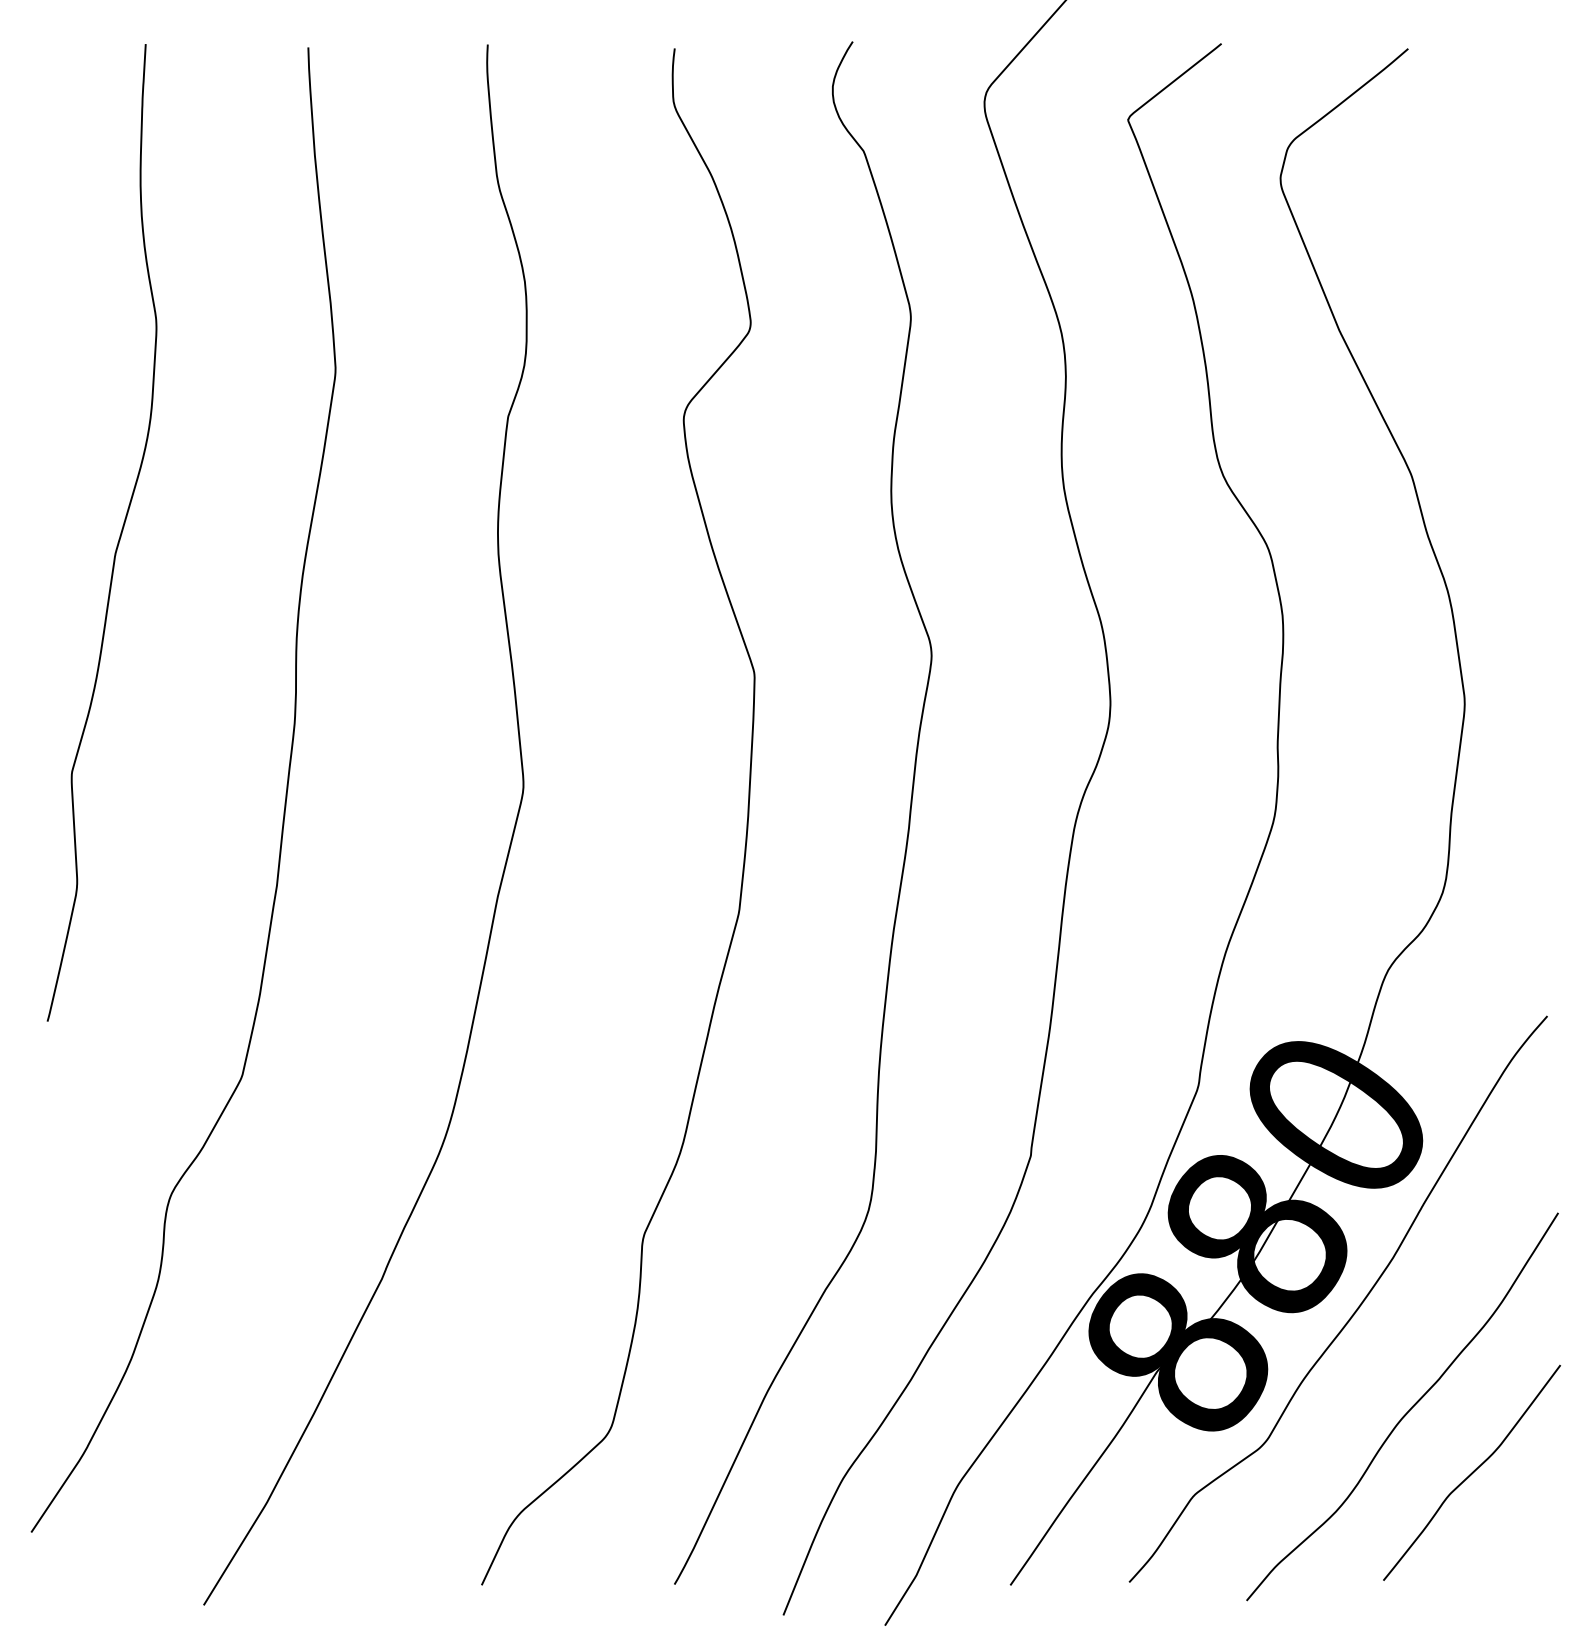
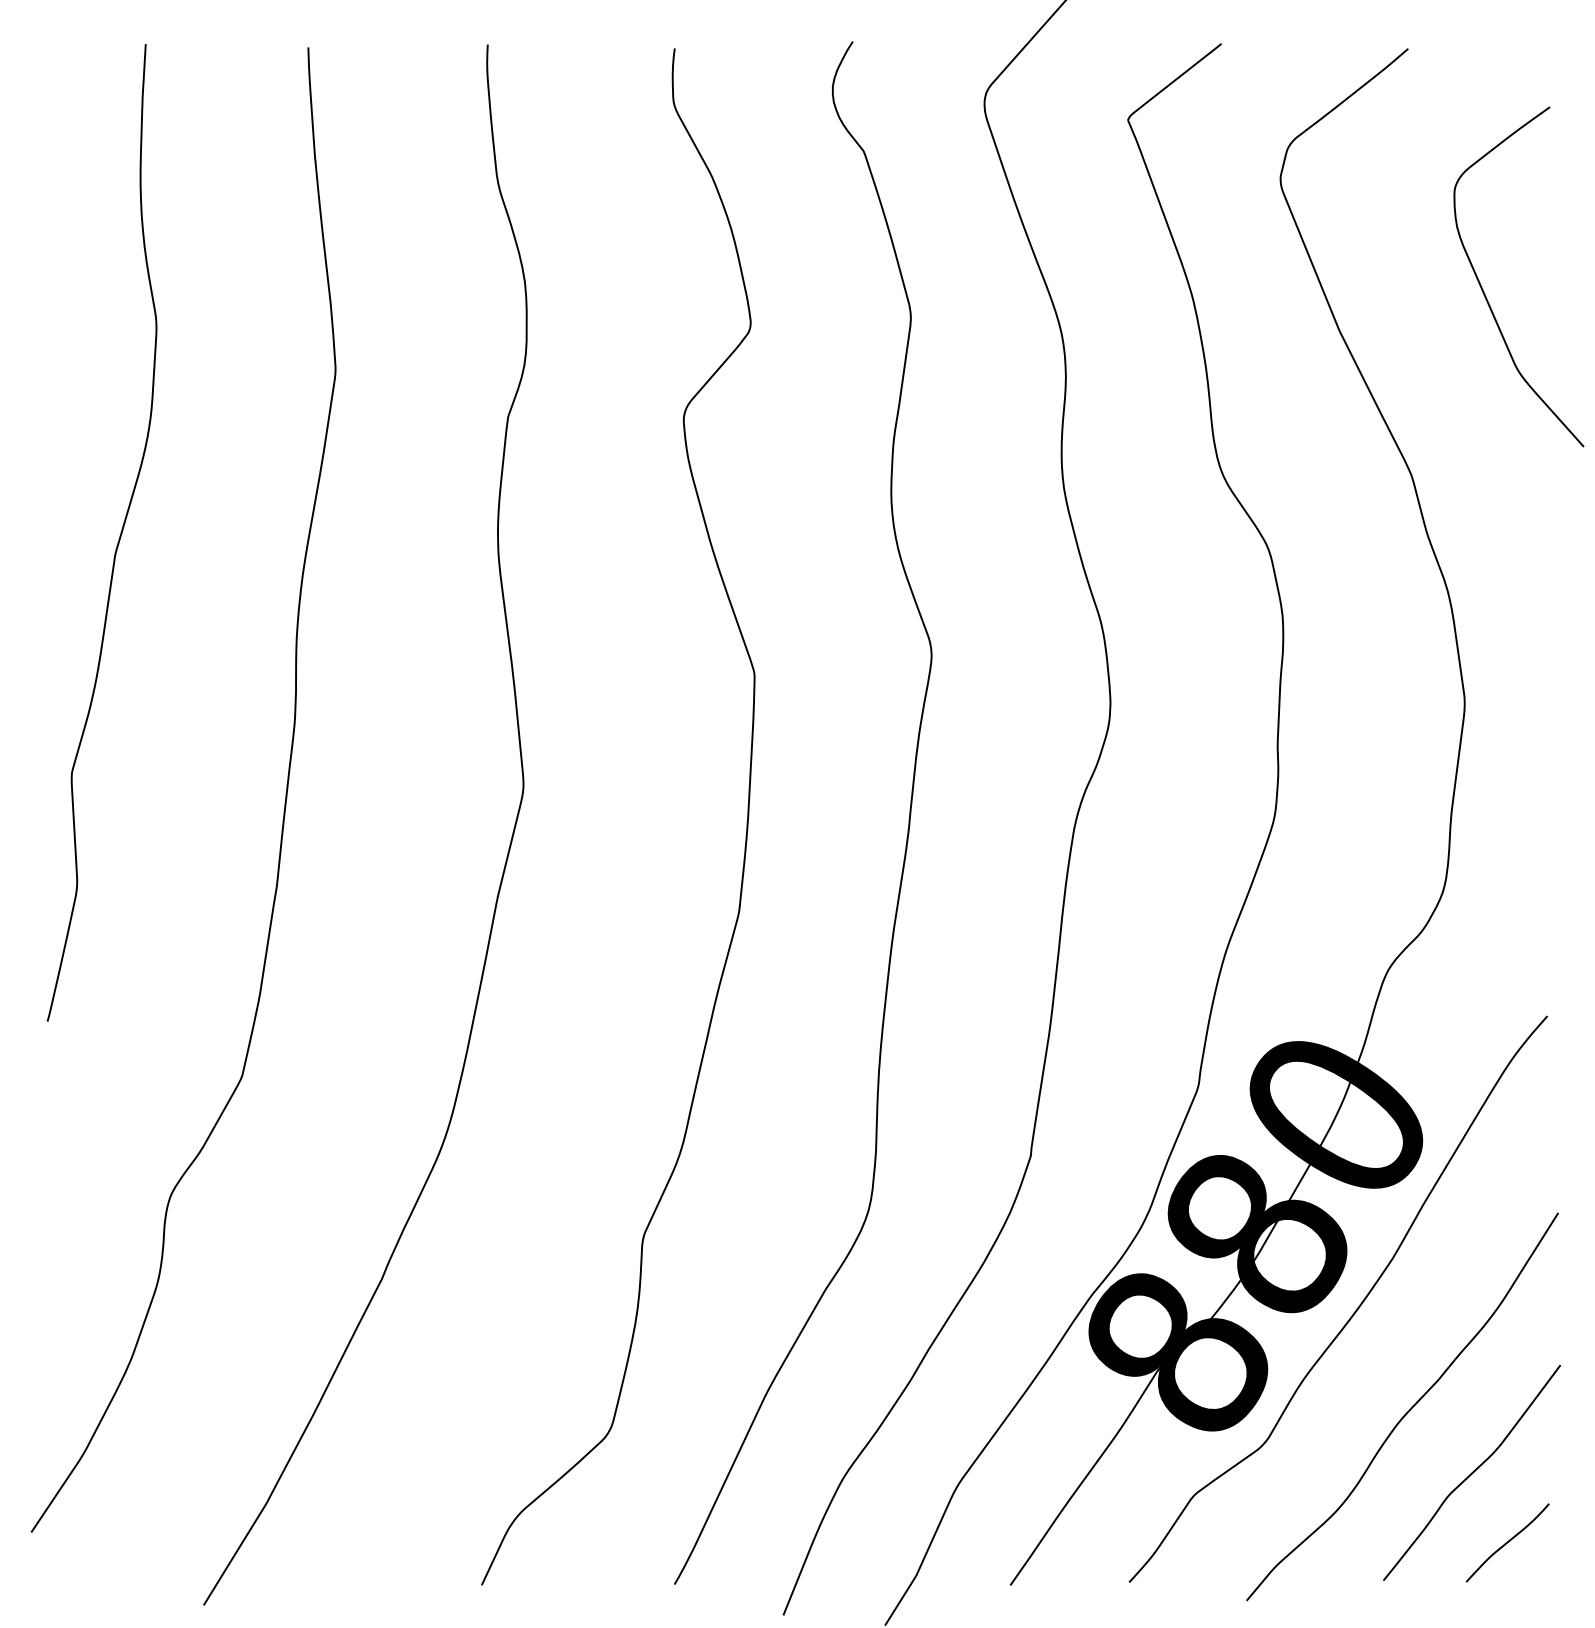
curve at (1484, 291): none -> present
curve at (1507, 1542): none -> present
